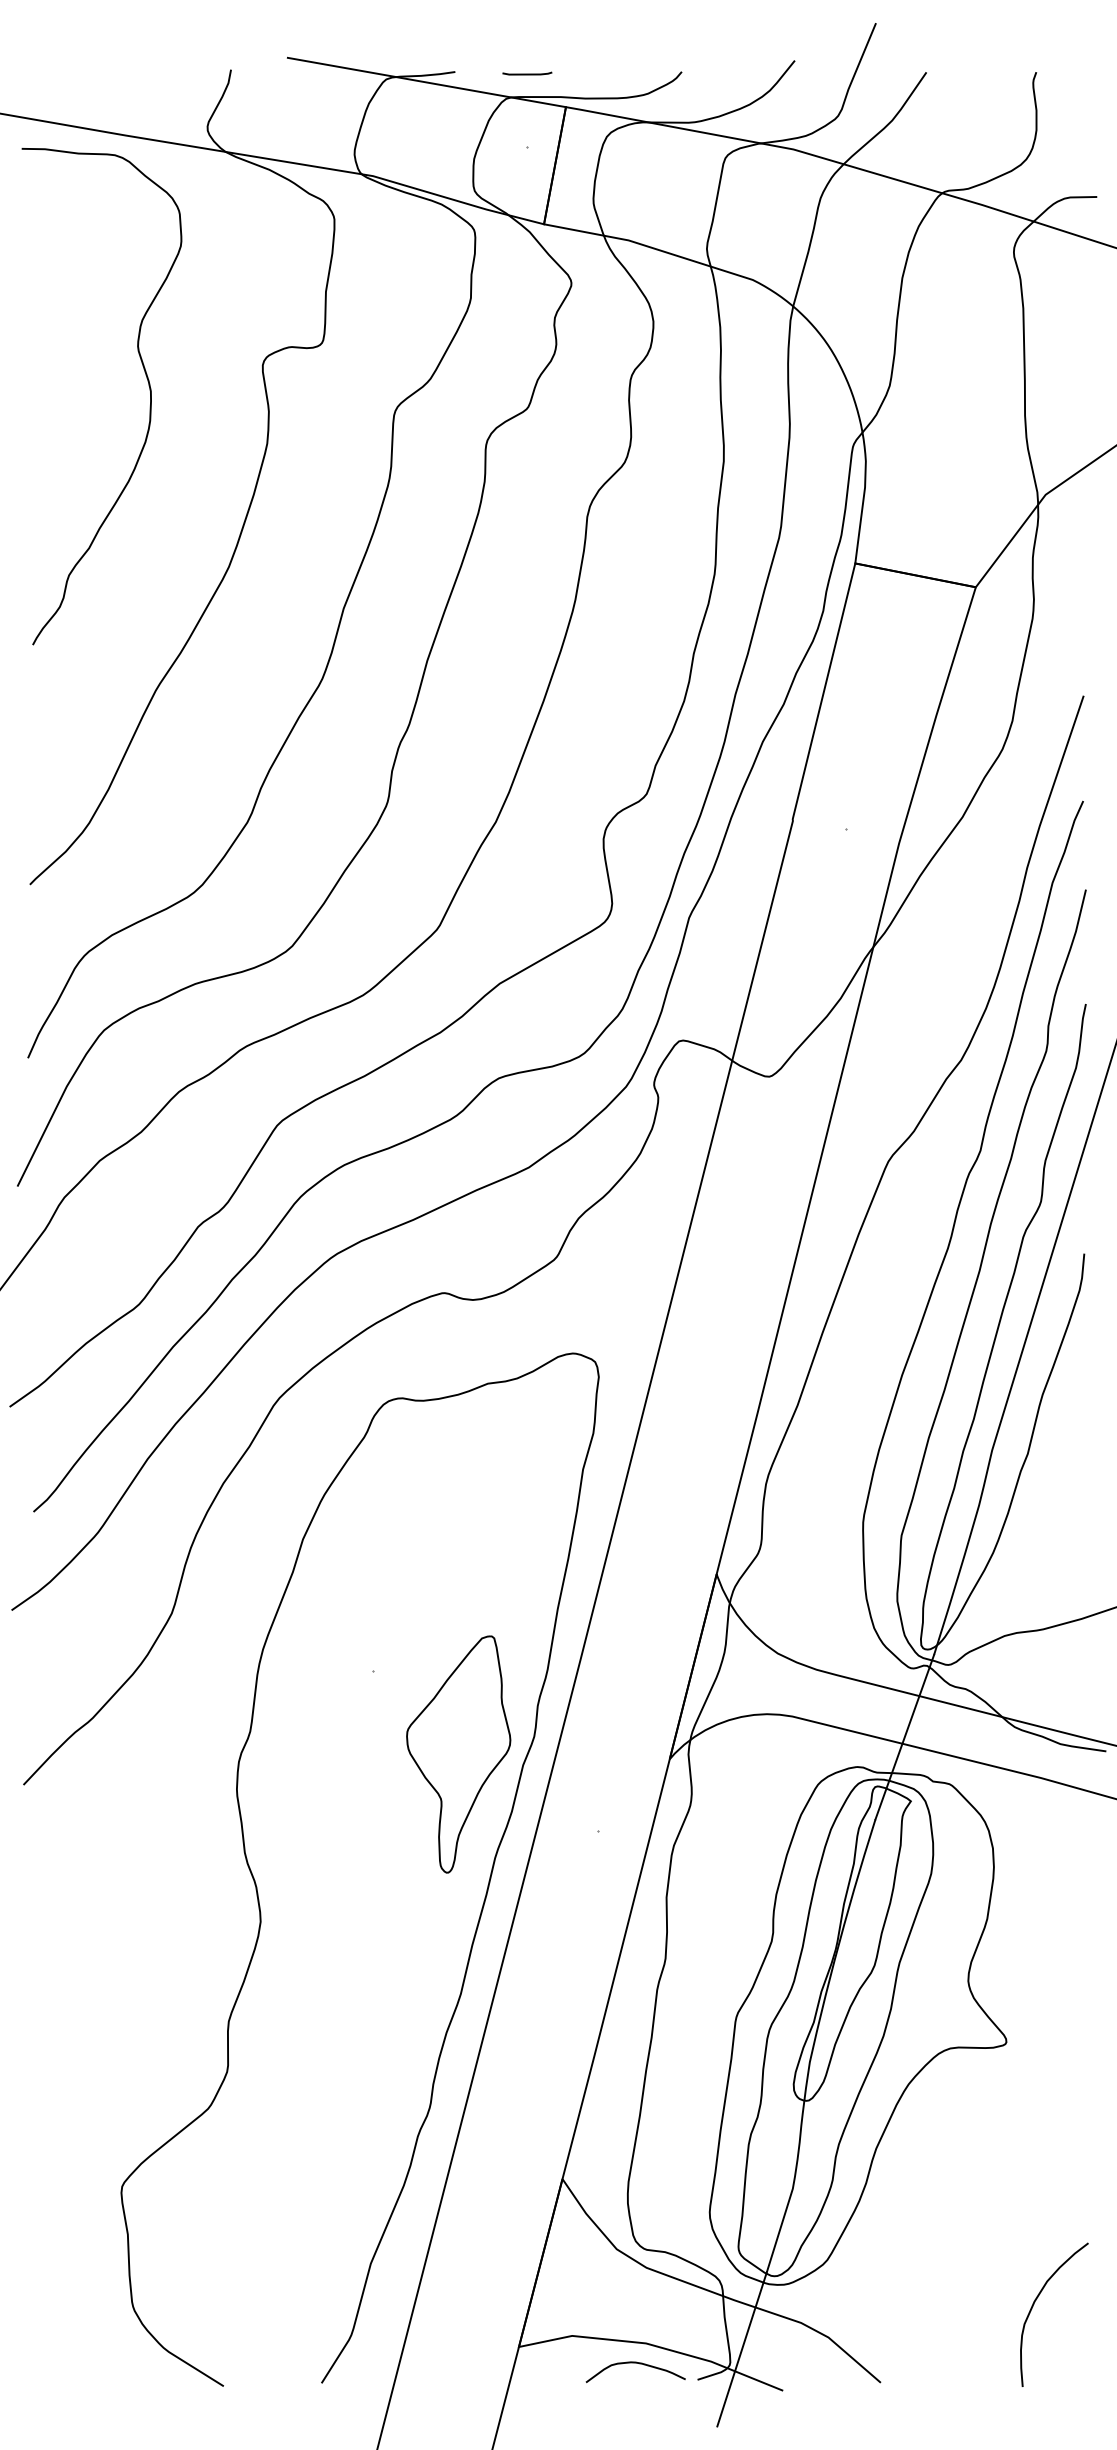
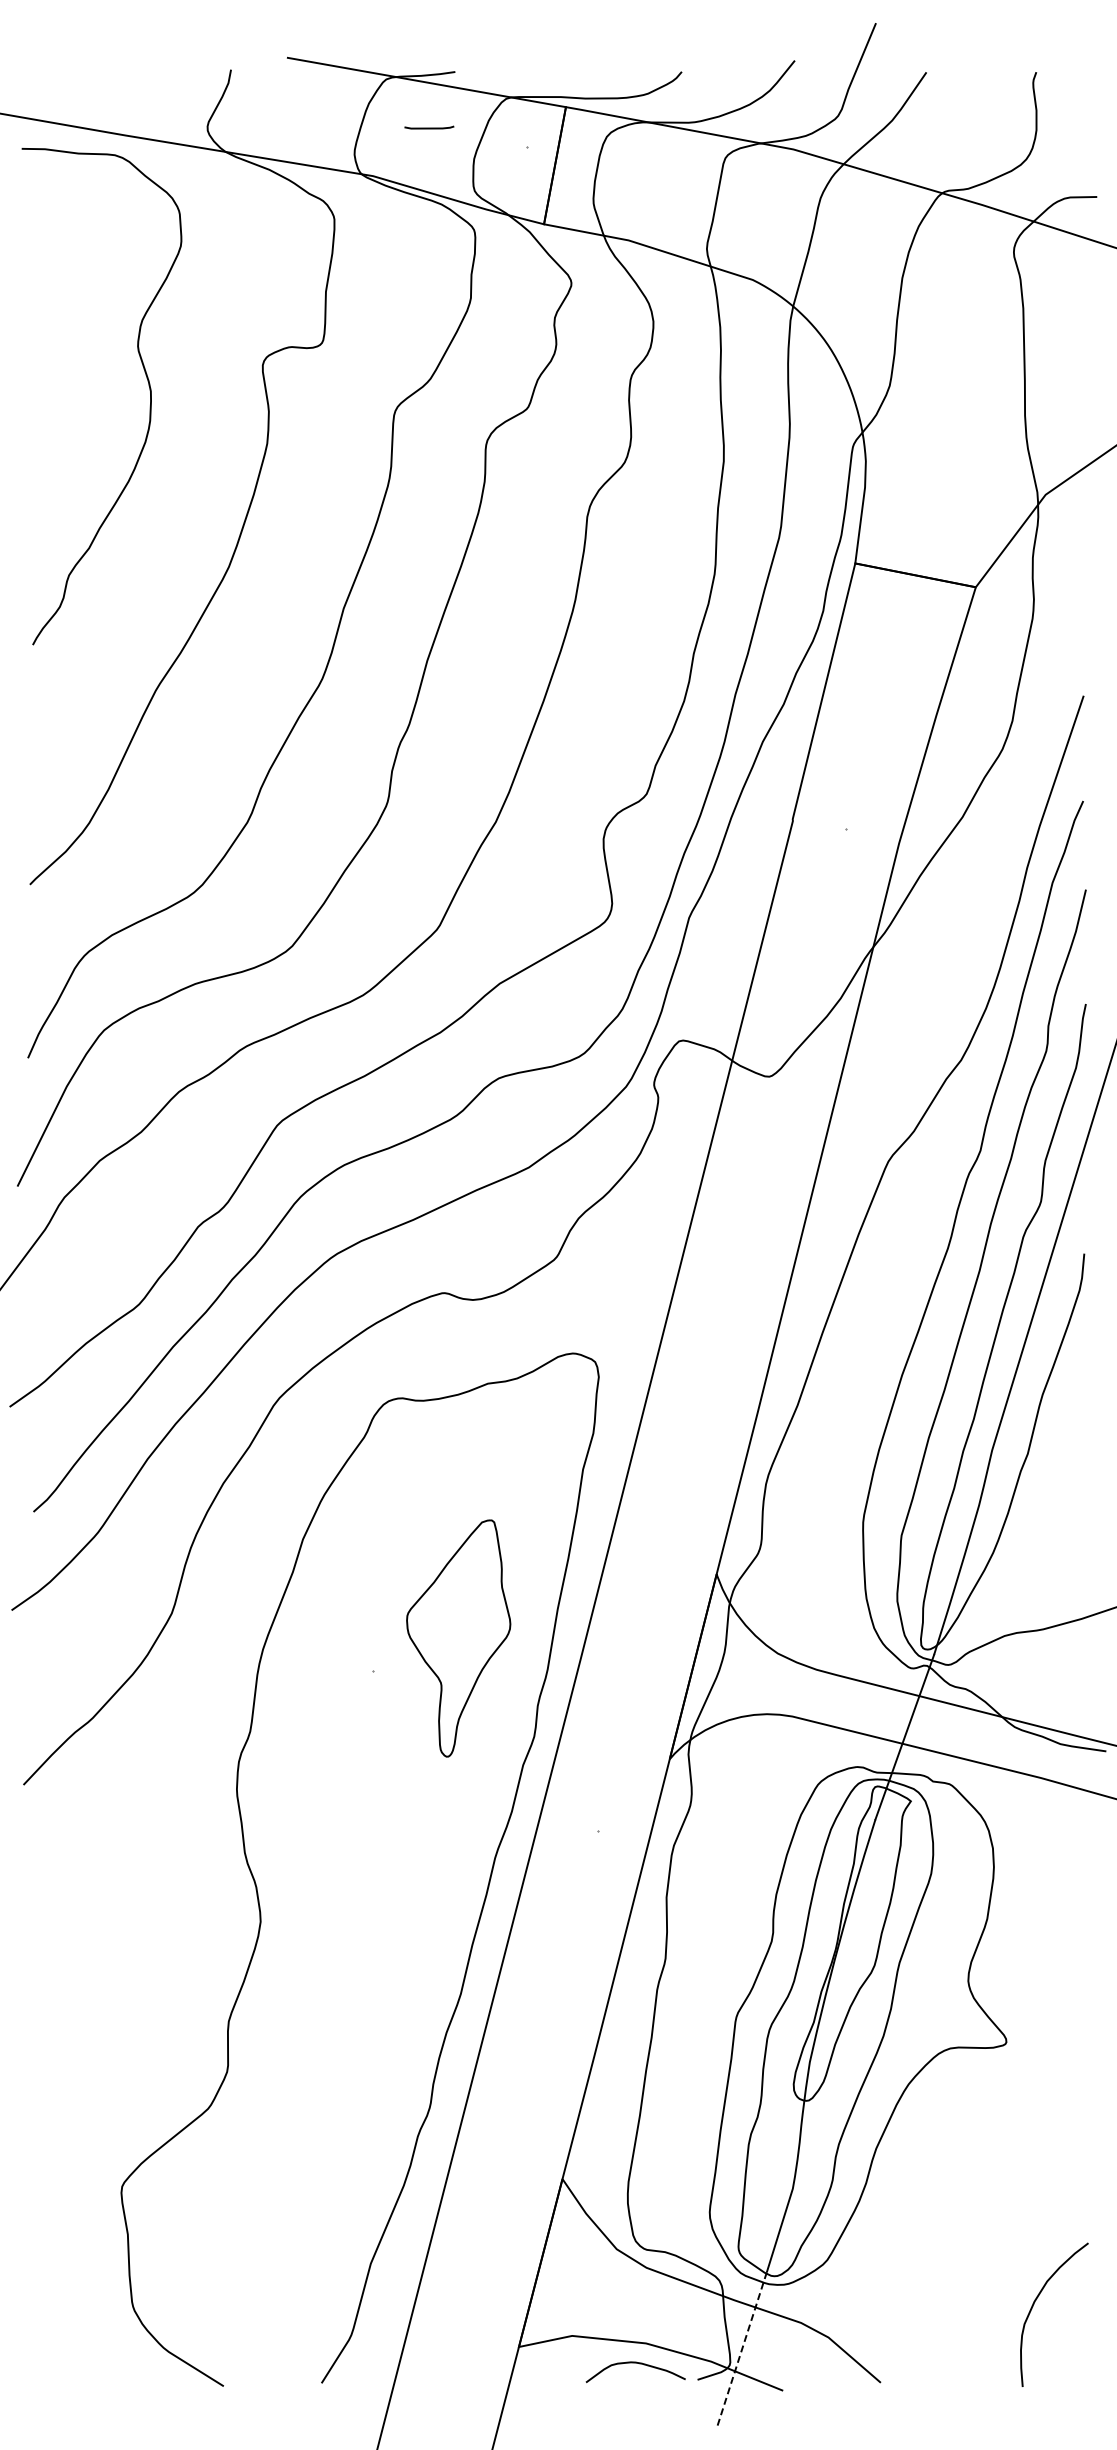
line at (527, 73) position: (527, 73) -> (429, 127)
part at (458, 1754) position: (458, 1754) -> (458, 1638)
line at (742, 2349): solid -> dashed
